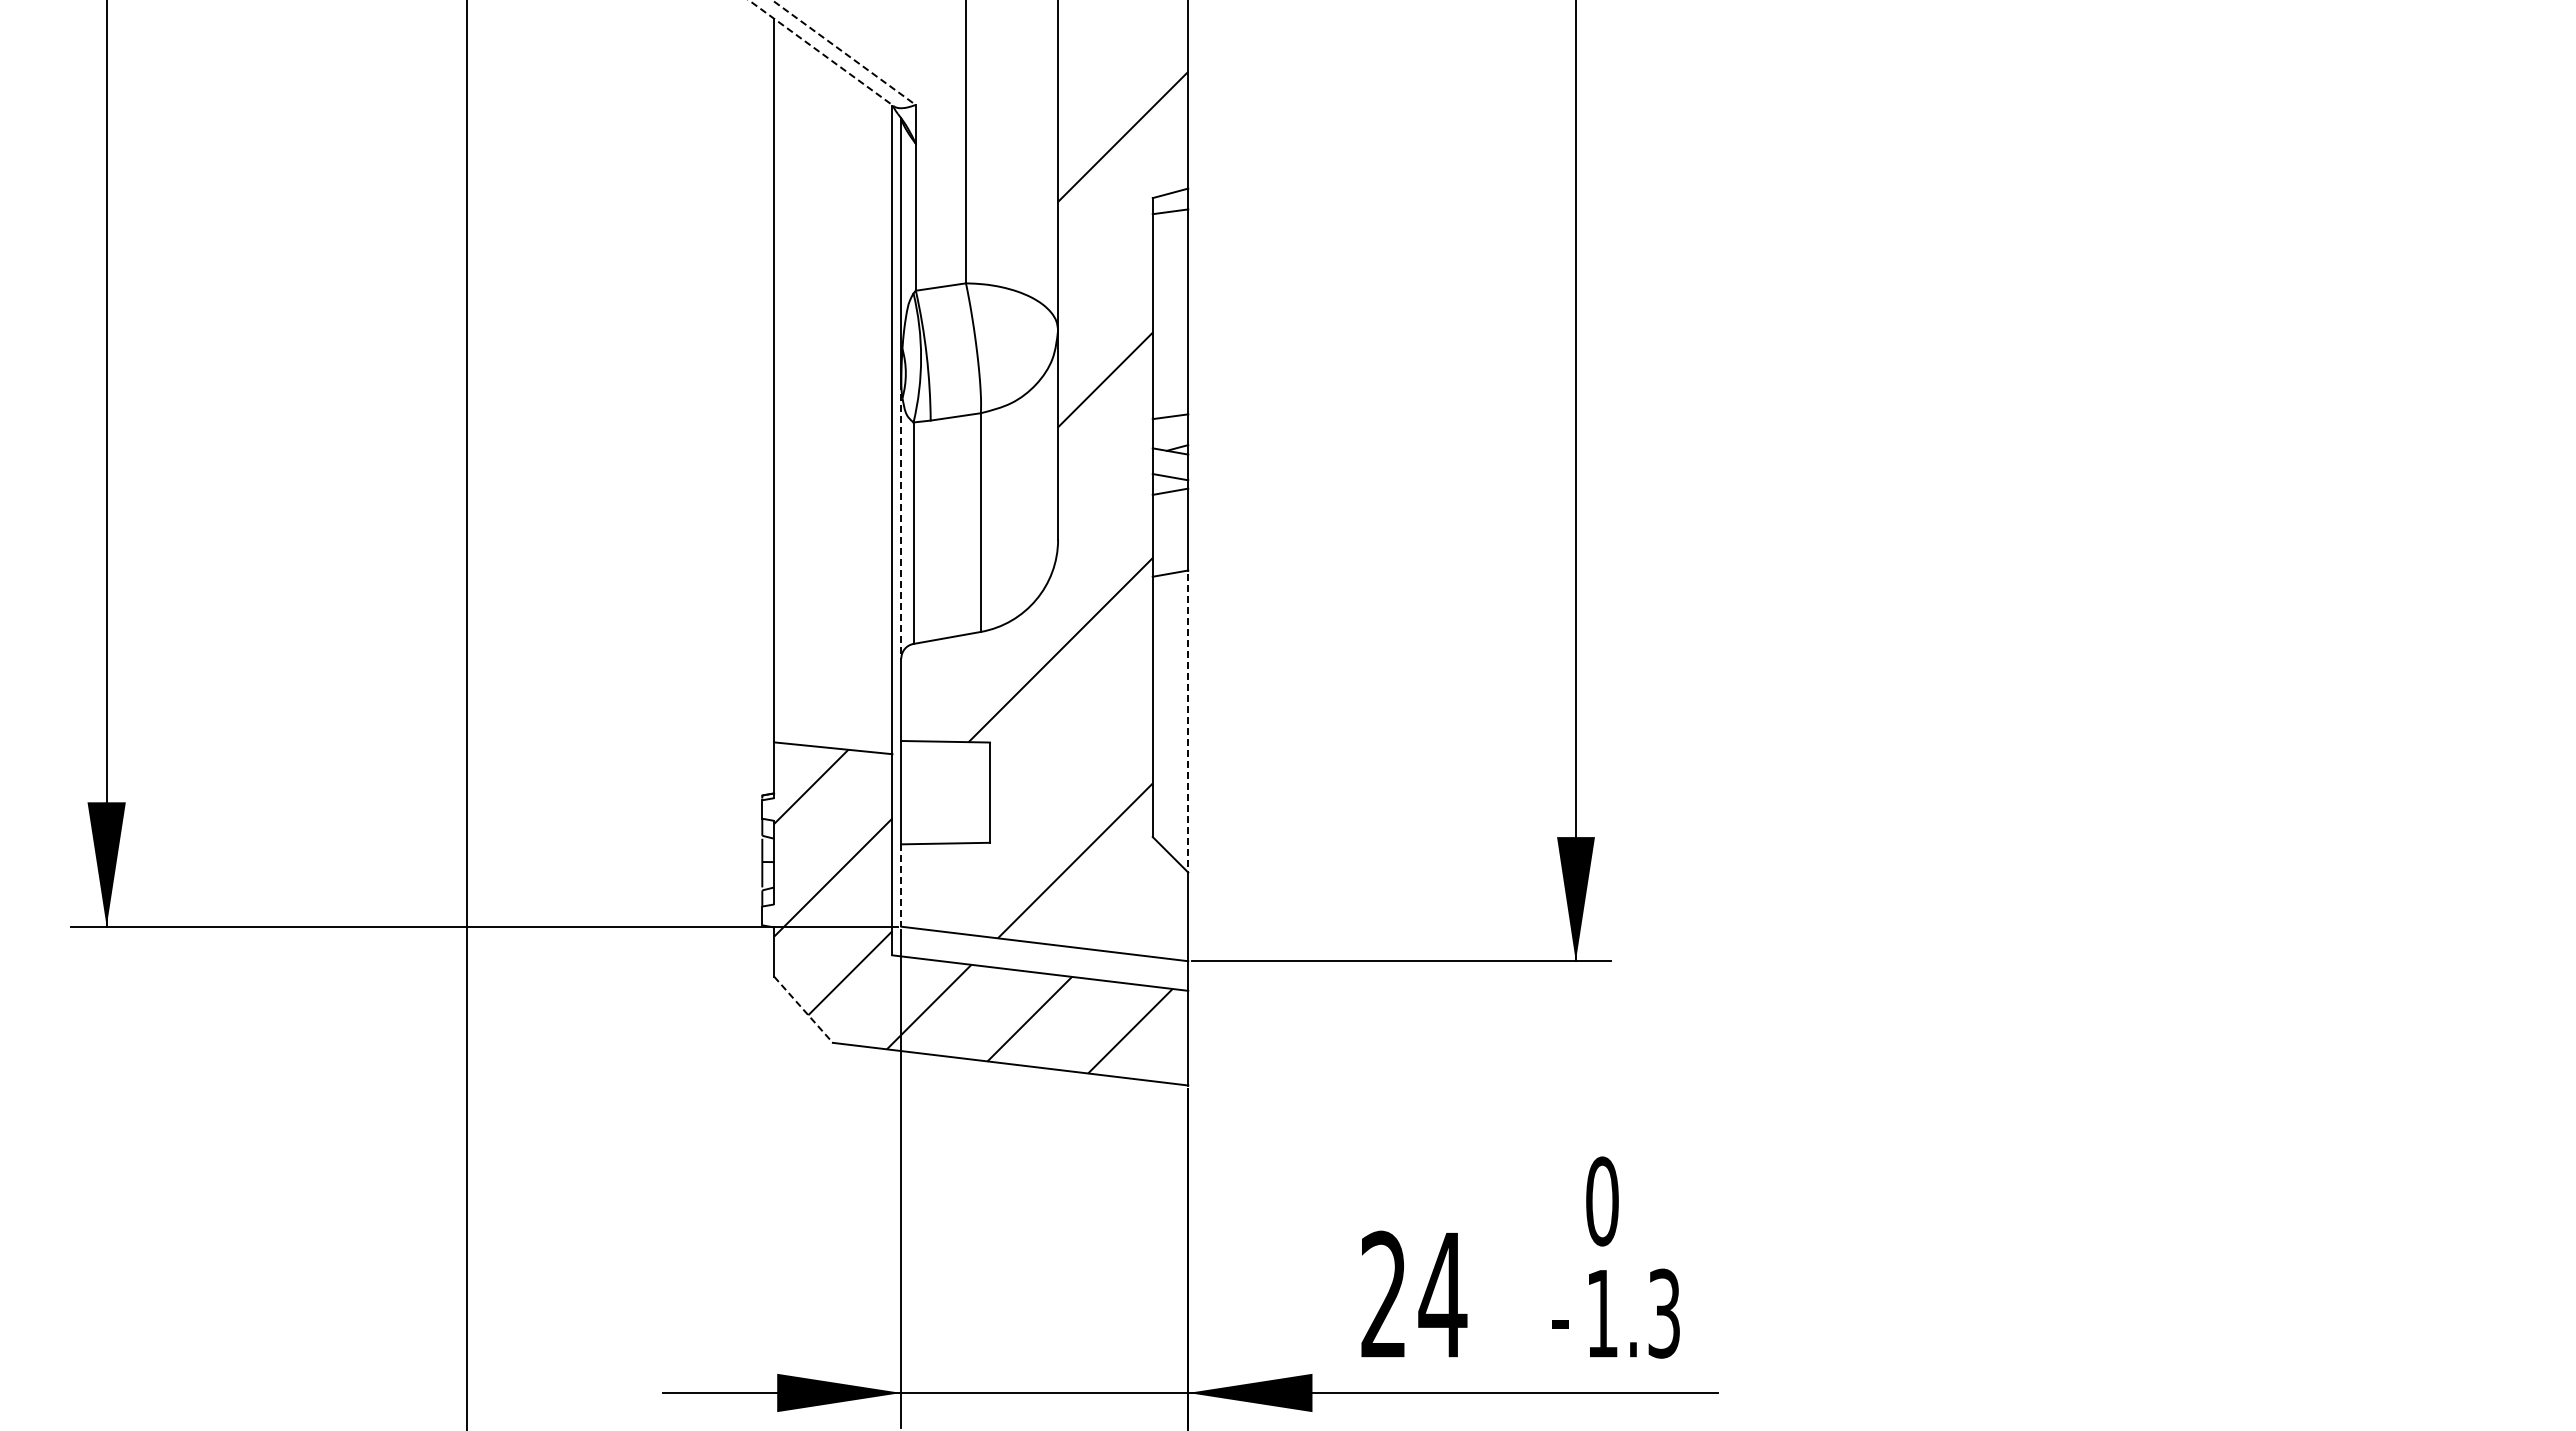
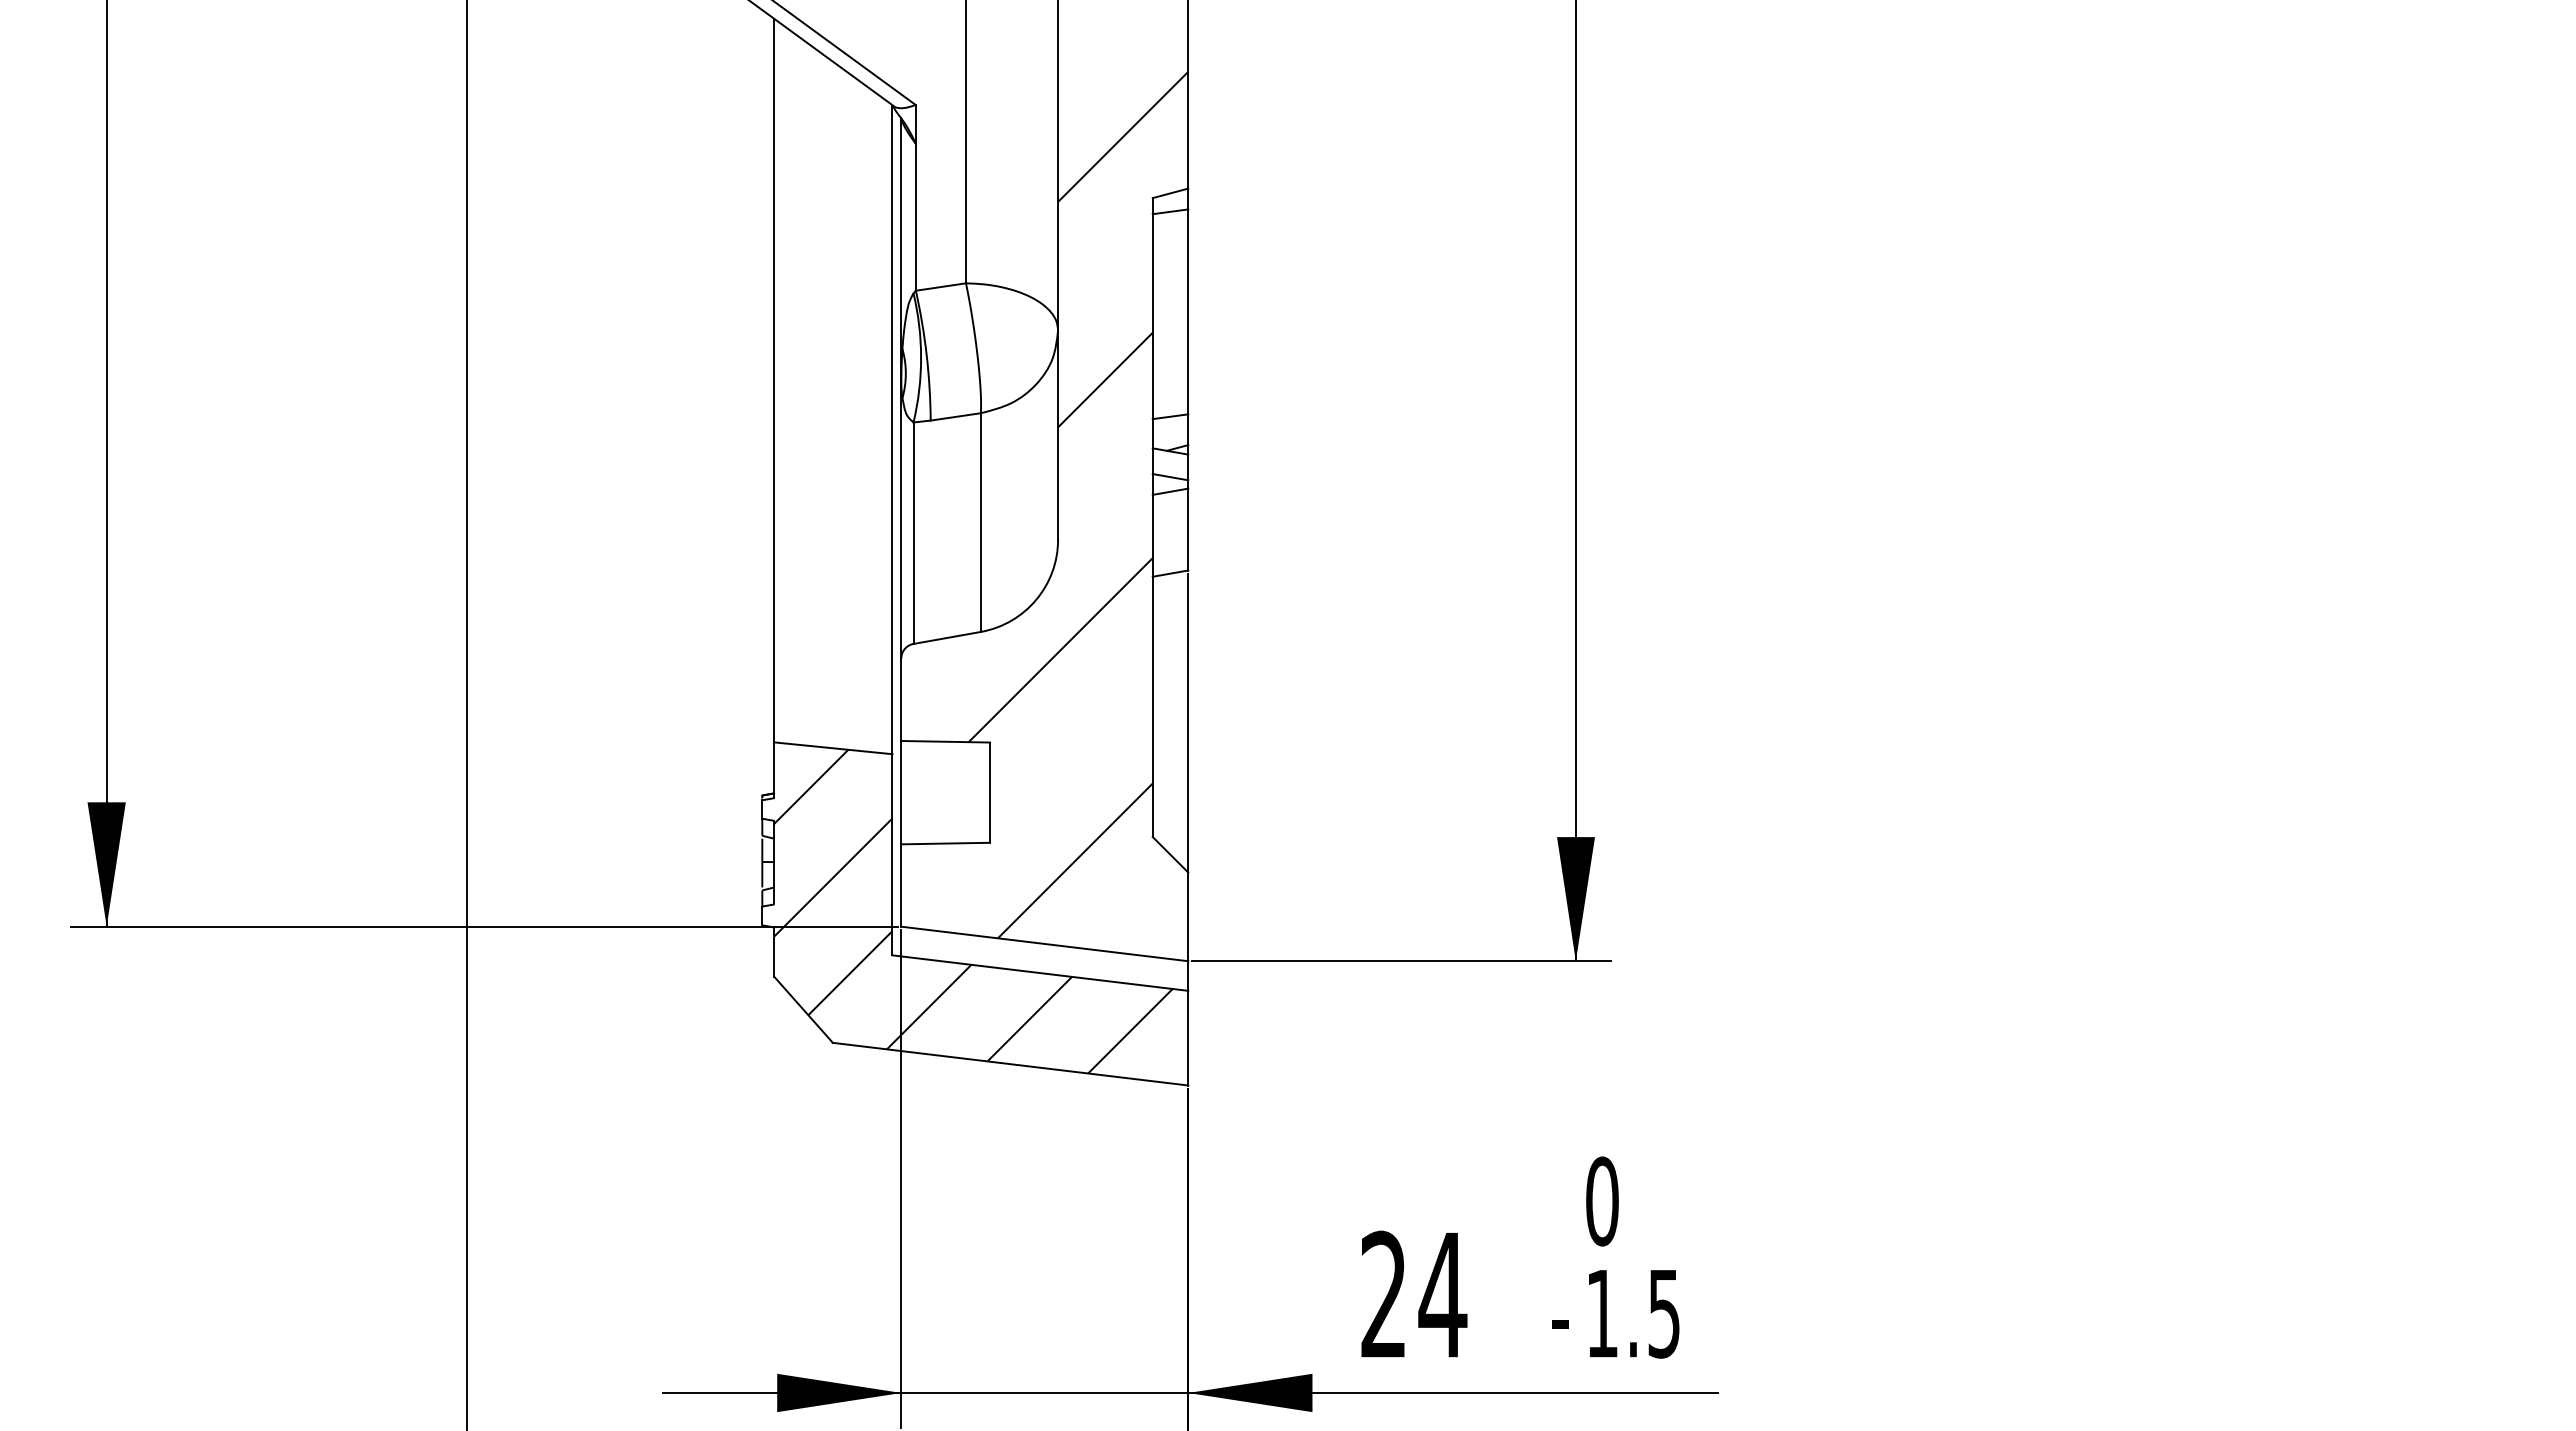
line at (843, 52): dashed -> solid
line at (821, 53): dashed -> solid
line at (901, 520): dashed -> solid
line at (1188, 723): dashed -> solid
line at (901, 886): dashed -> solid
line at (803, 1010): dashed -> solid
text at (1664, 1313): 1.3 -> 1.5
